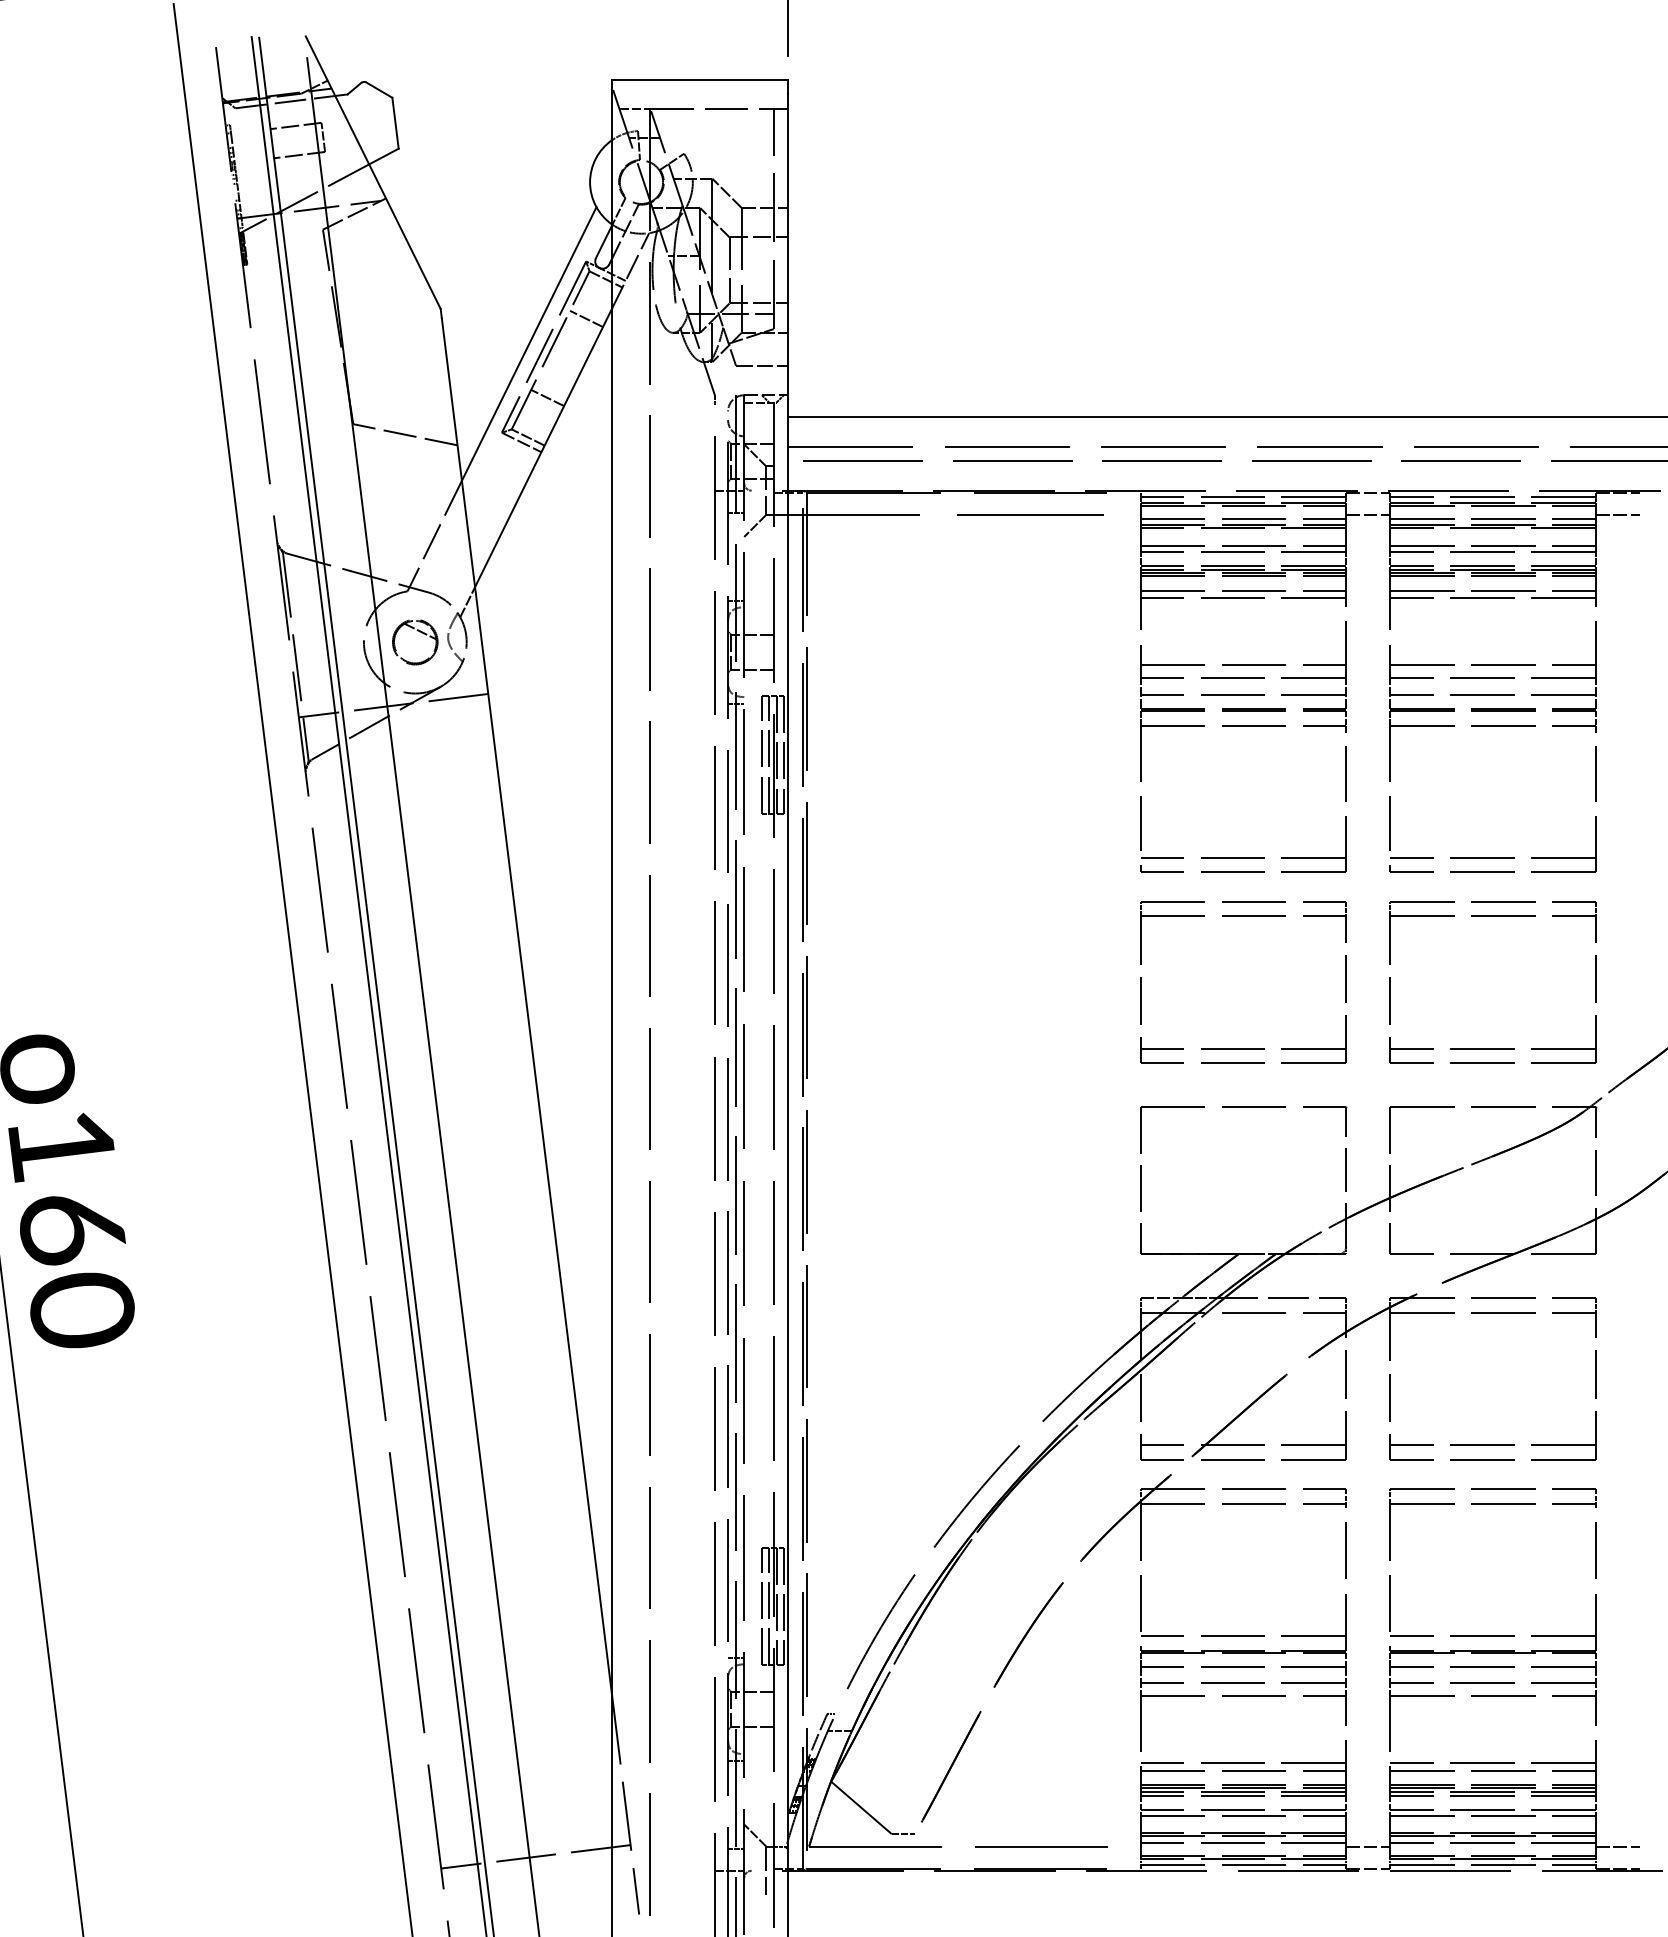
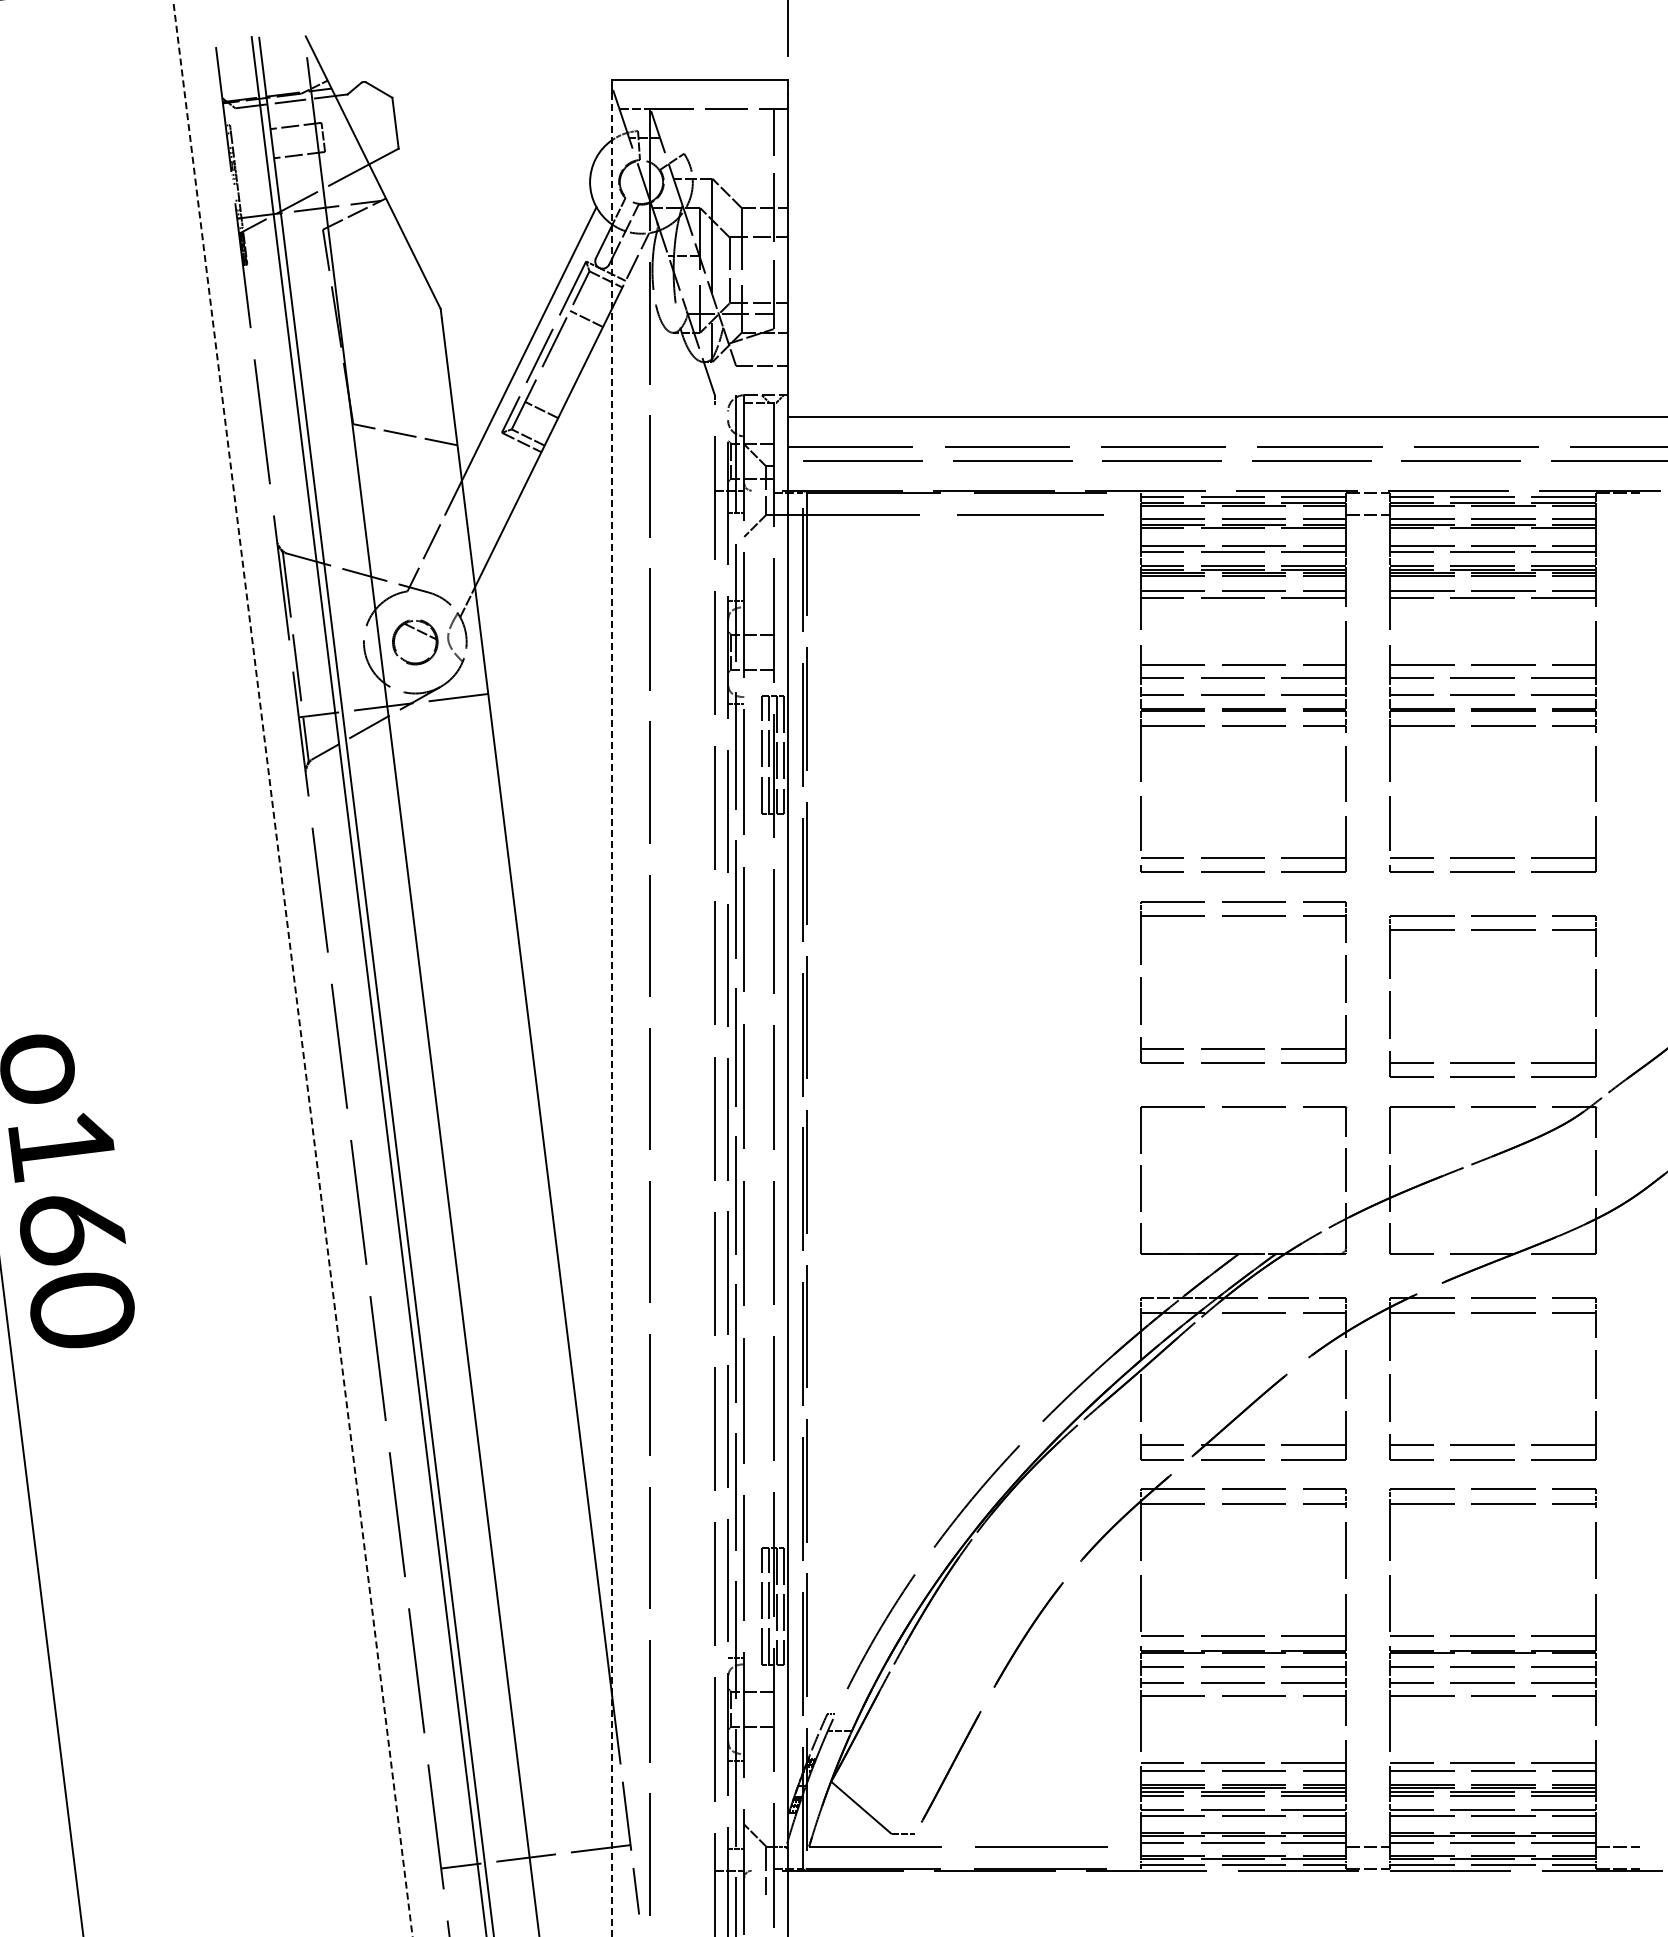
line at (547, 397) position: (547, 397) -> (541, 409)
line at (1617, 514): present -> none
part at (1492, 916) position: (1492, 916) -> (1492, 930)
line at (293, 970): solid -> dashed
line at (612, 1015): solid -> dashed
